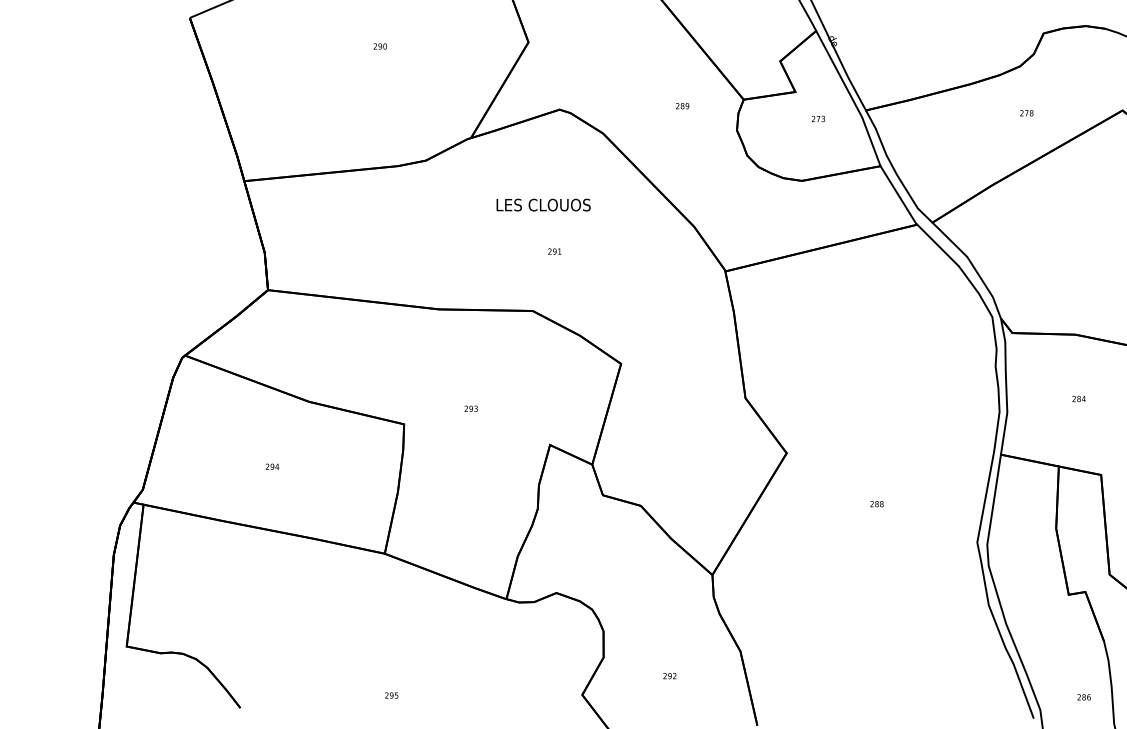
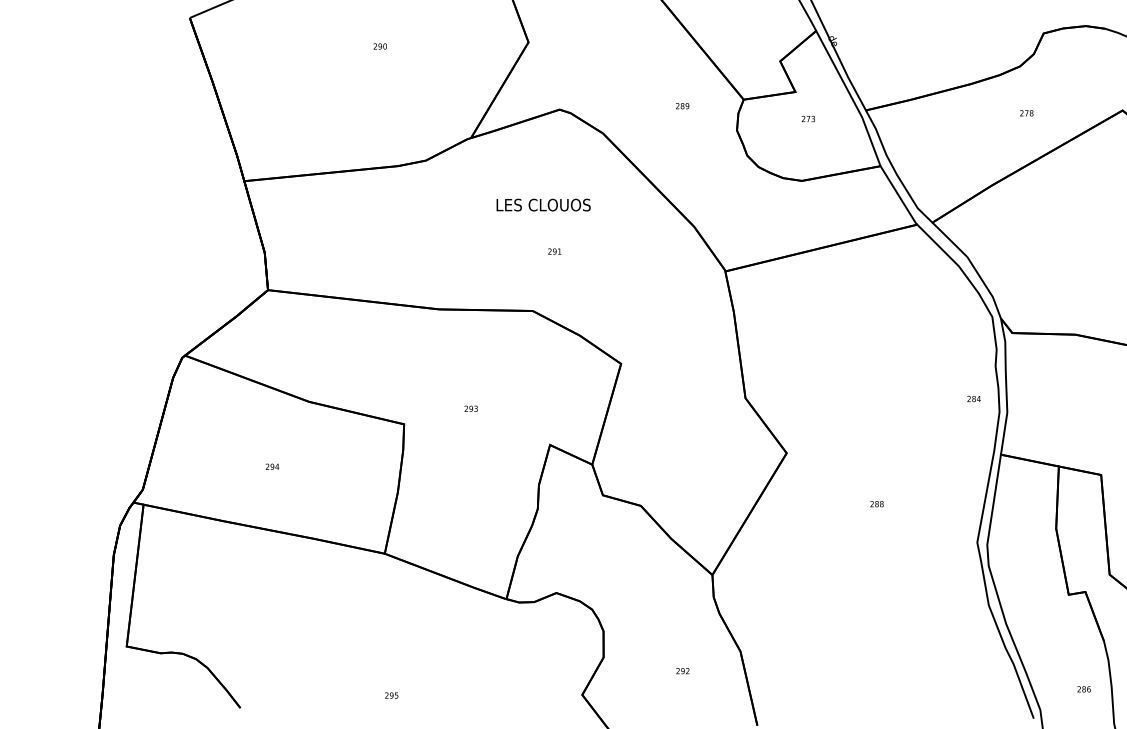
text at (817, 118) position: (817, 118) -> (807, 118)
text at (1078, 399) position: (1078, 399) -> (973, 399)
text at (669, 676) position: (669, 676) -> (682, 671)
text at (1083, 697) position: (1083, 697) -> (1083, 689)
